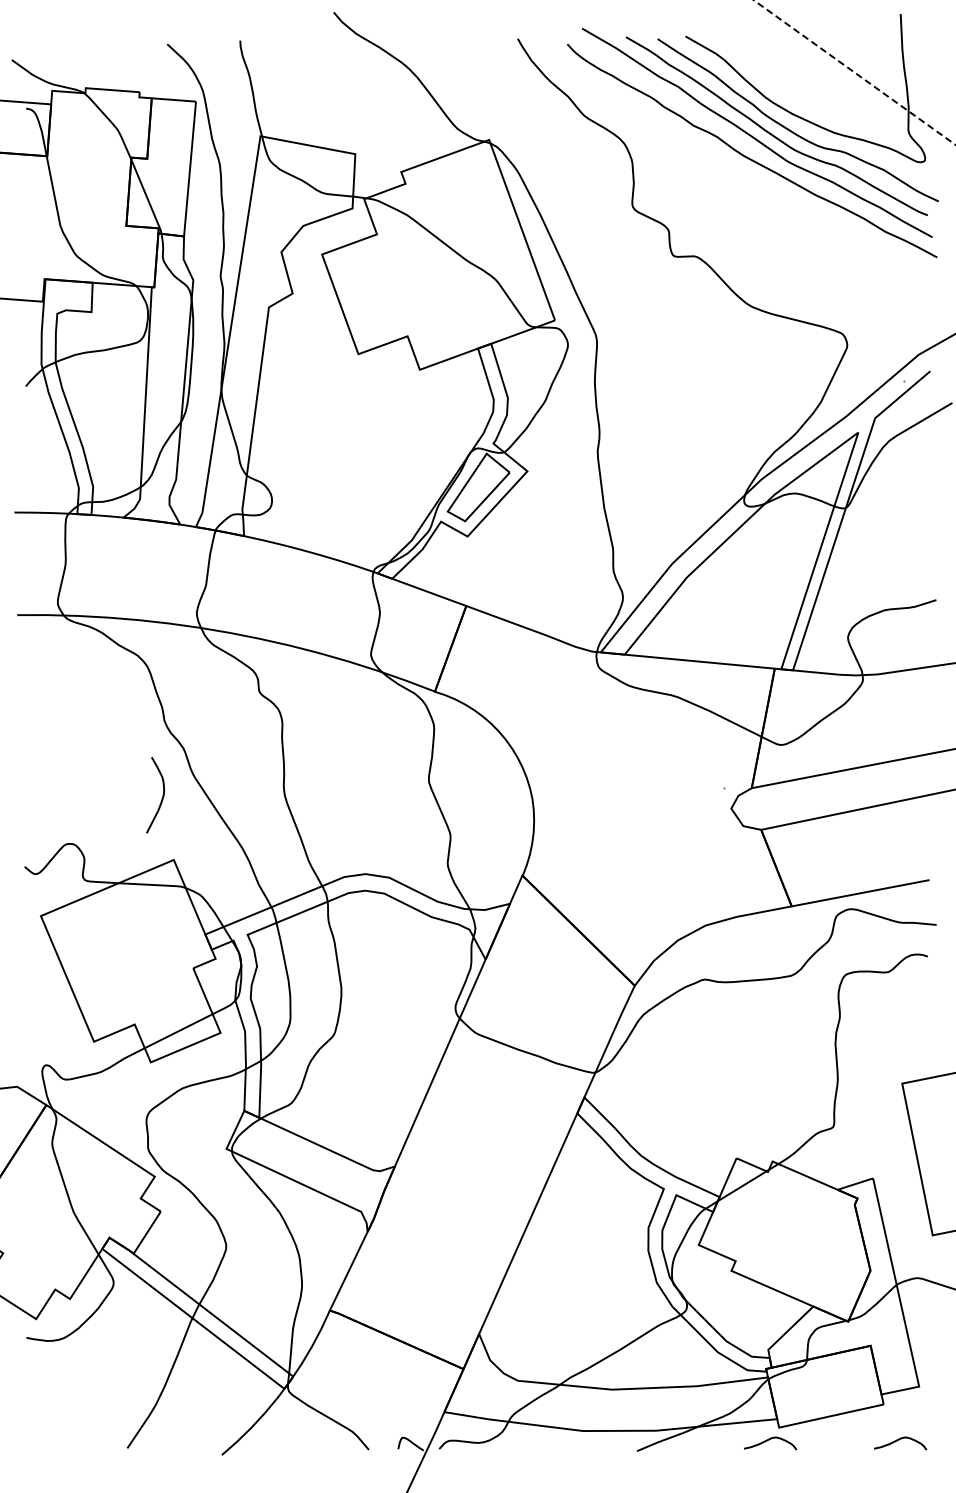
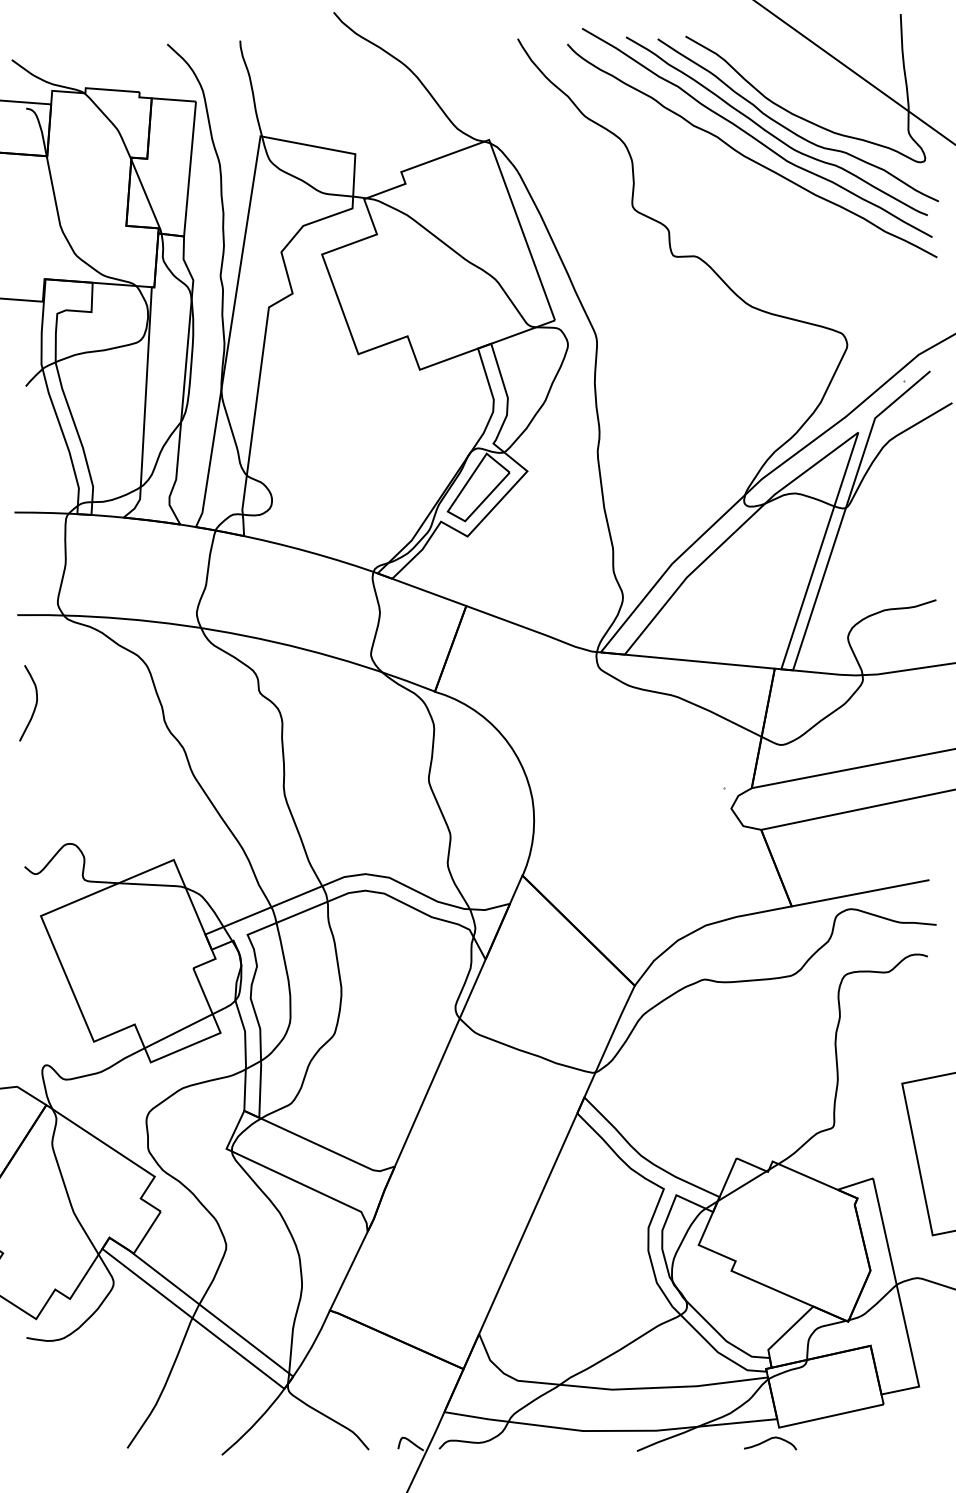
line at (854, 72): dashed -> solid
curve at (161, 798) position: (161, 798) -> (34, 706)
curve at (899, 1440): present -> none
